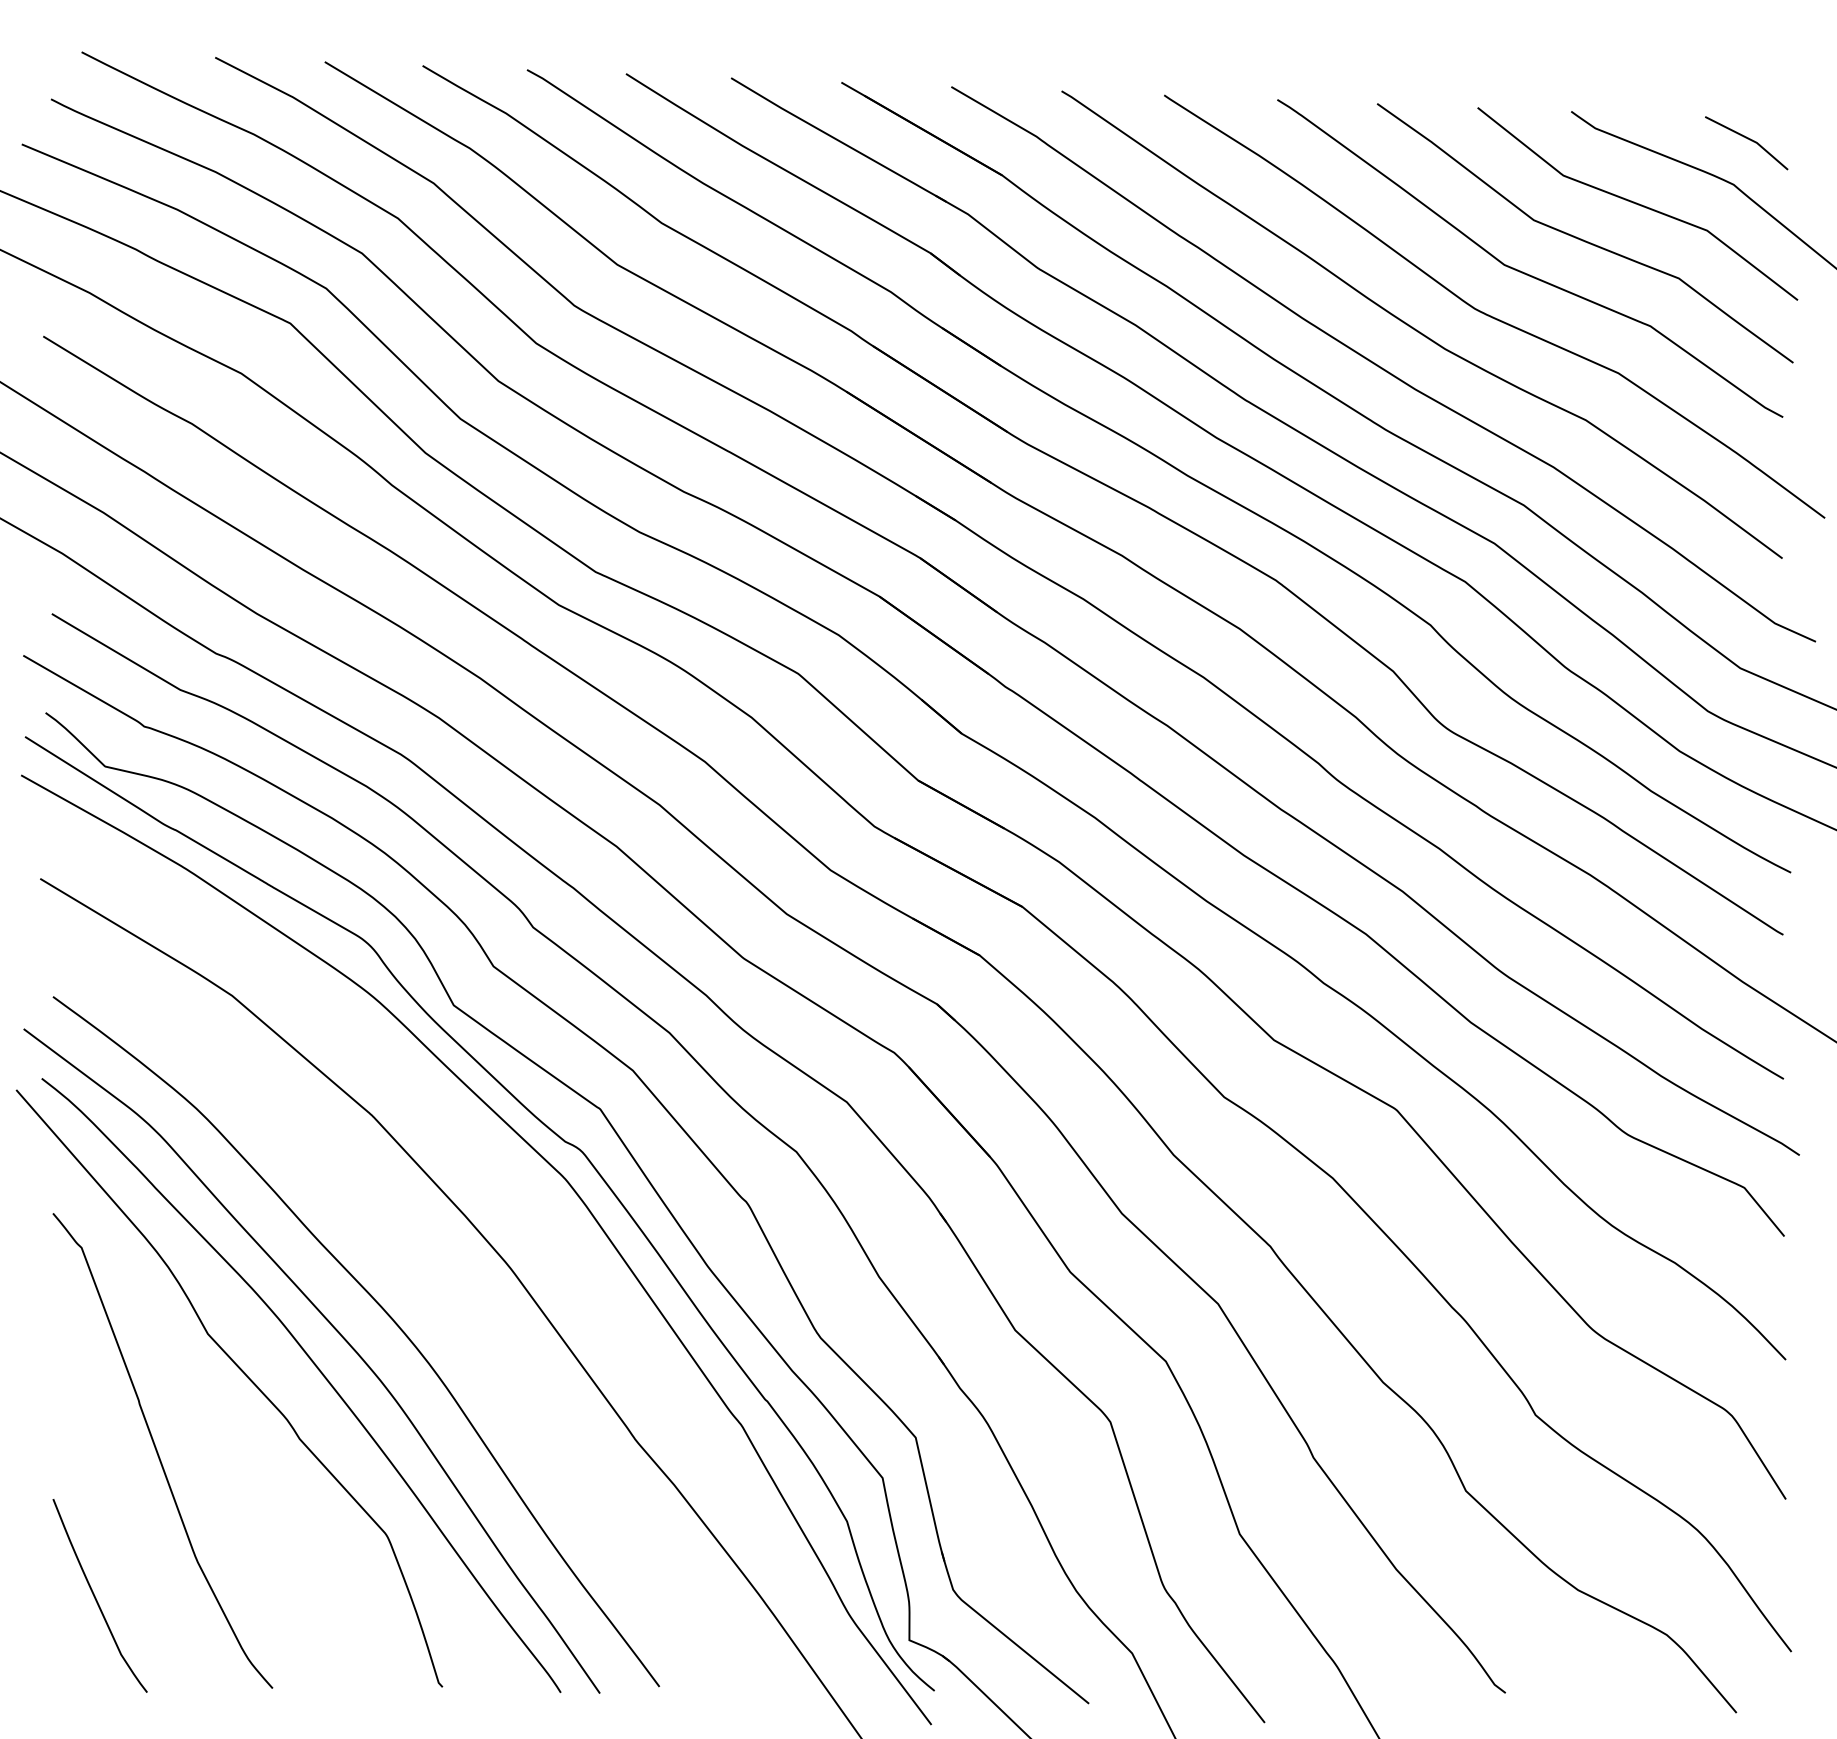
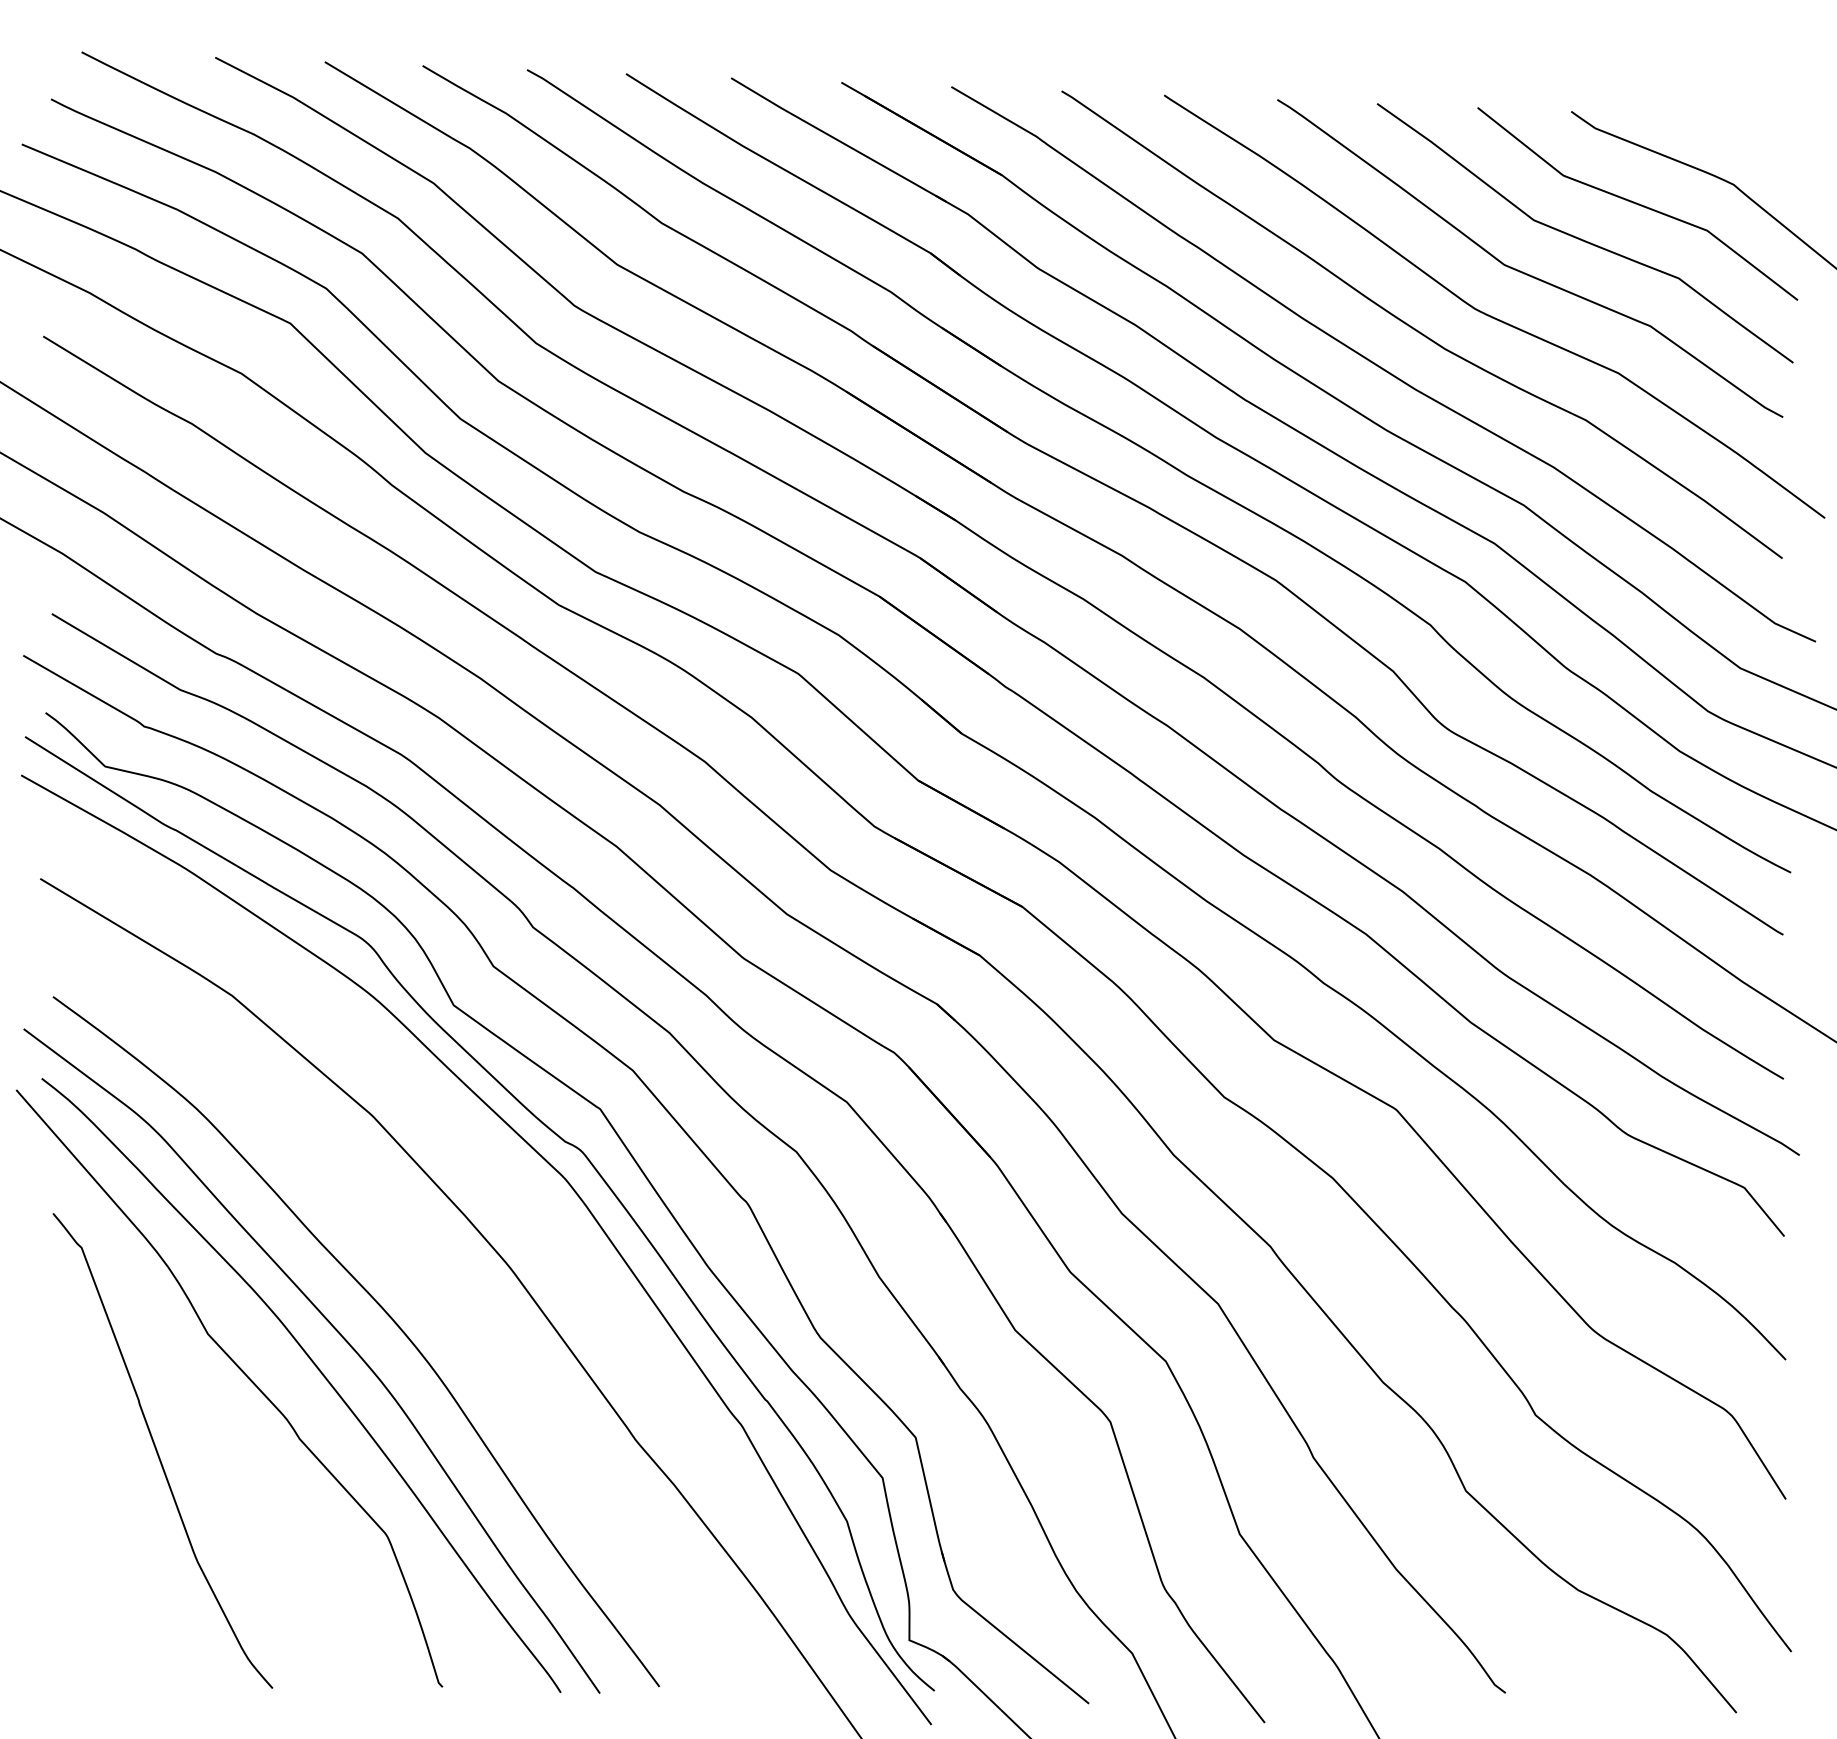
line at (1747, 139): present -> none
curve at (95, 1595): present -> none
